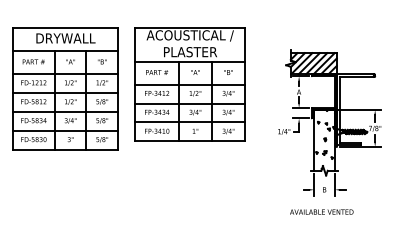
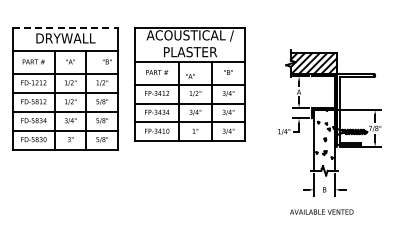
line at (65, 28): solid -> dashed
text at (102, 61) position: (102, 61) -> (107, 61)
text at (195, 72) position: (195, 72) -> (190, 76)
